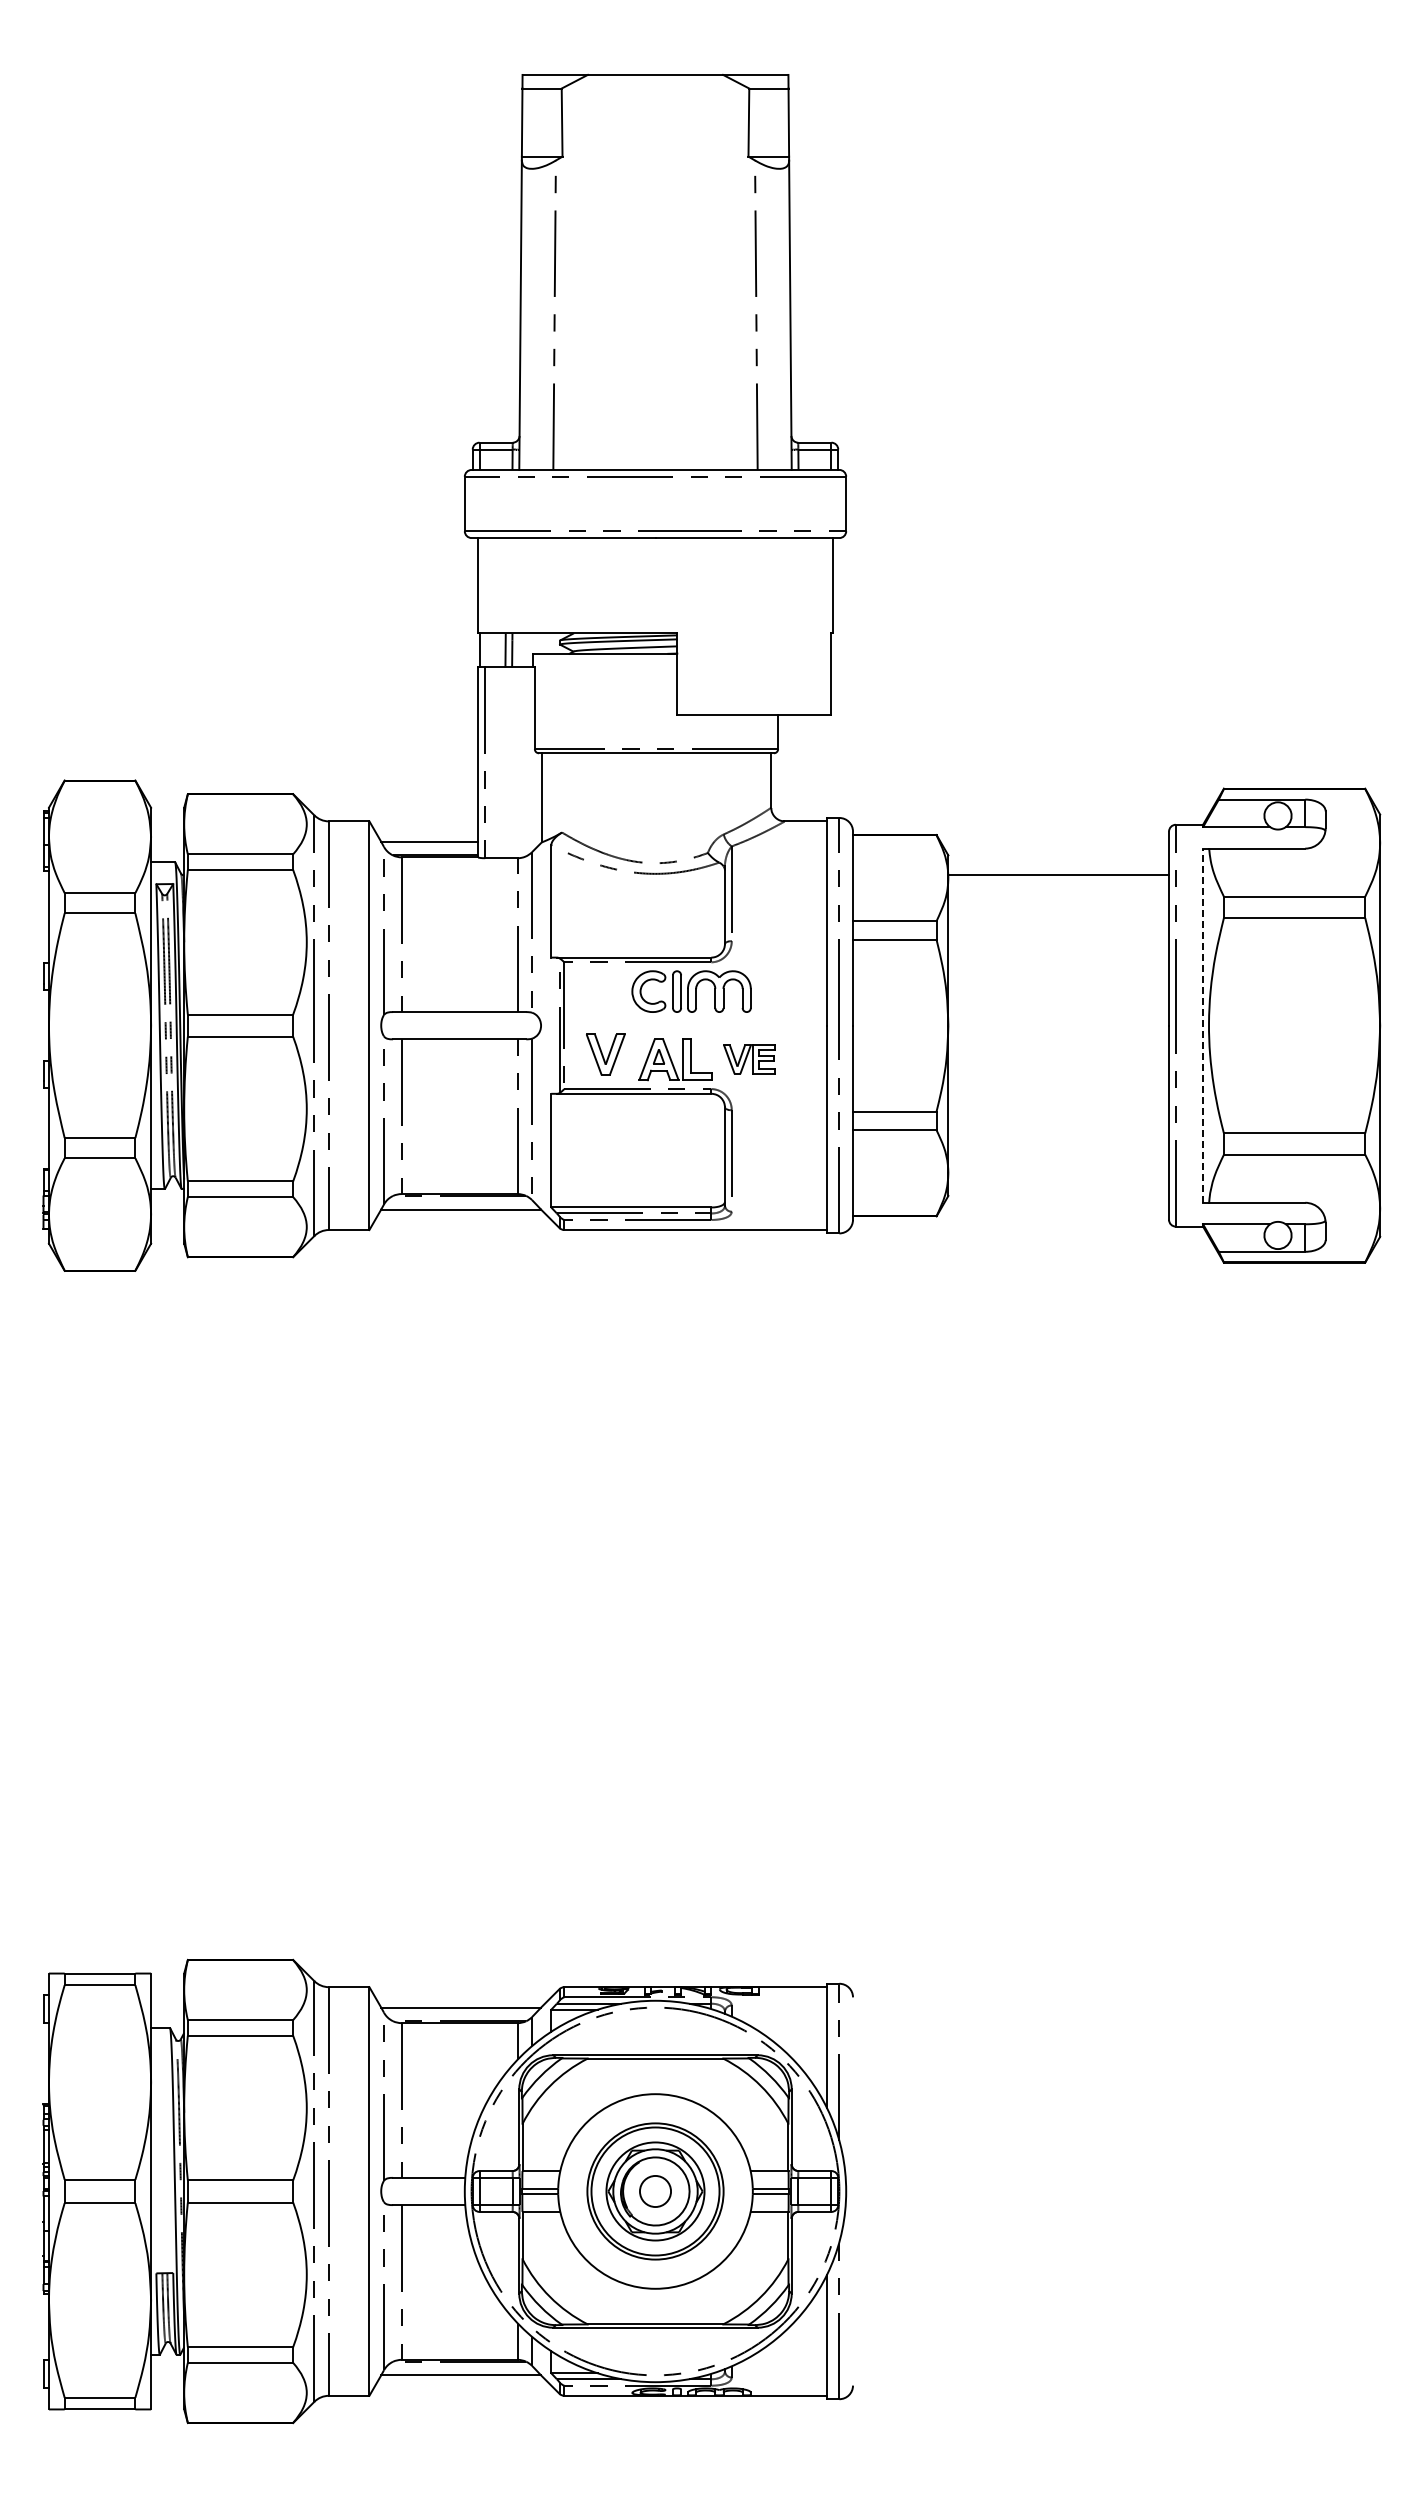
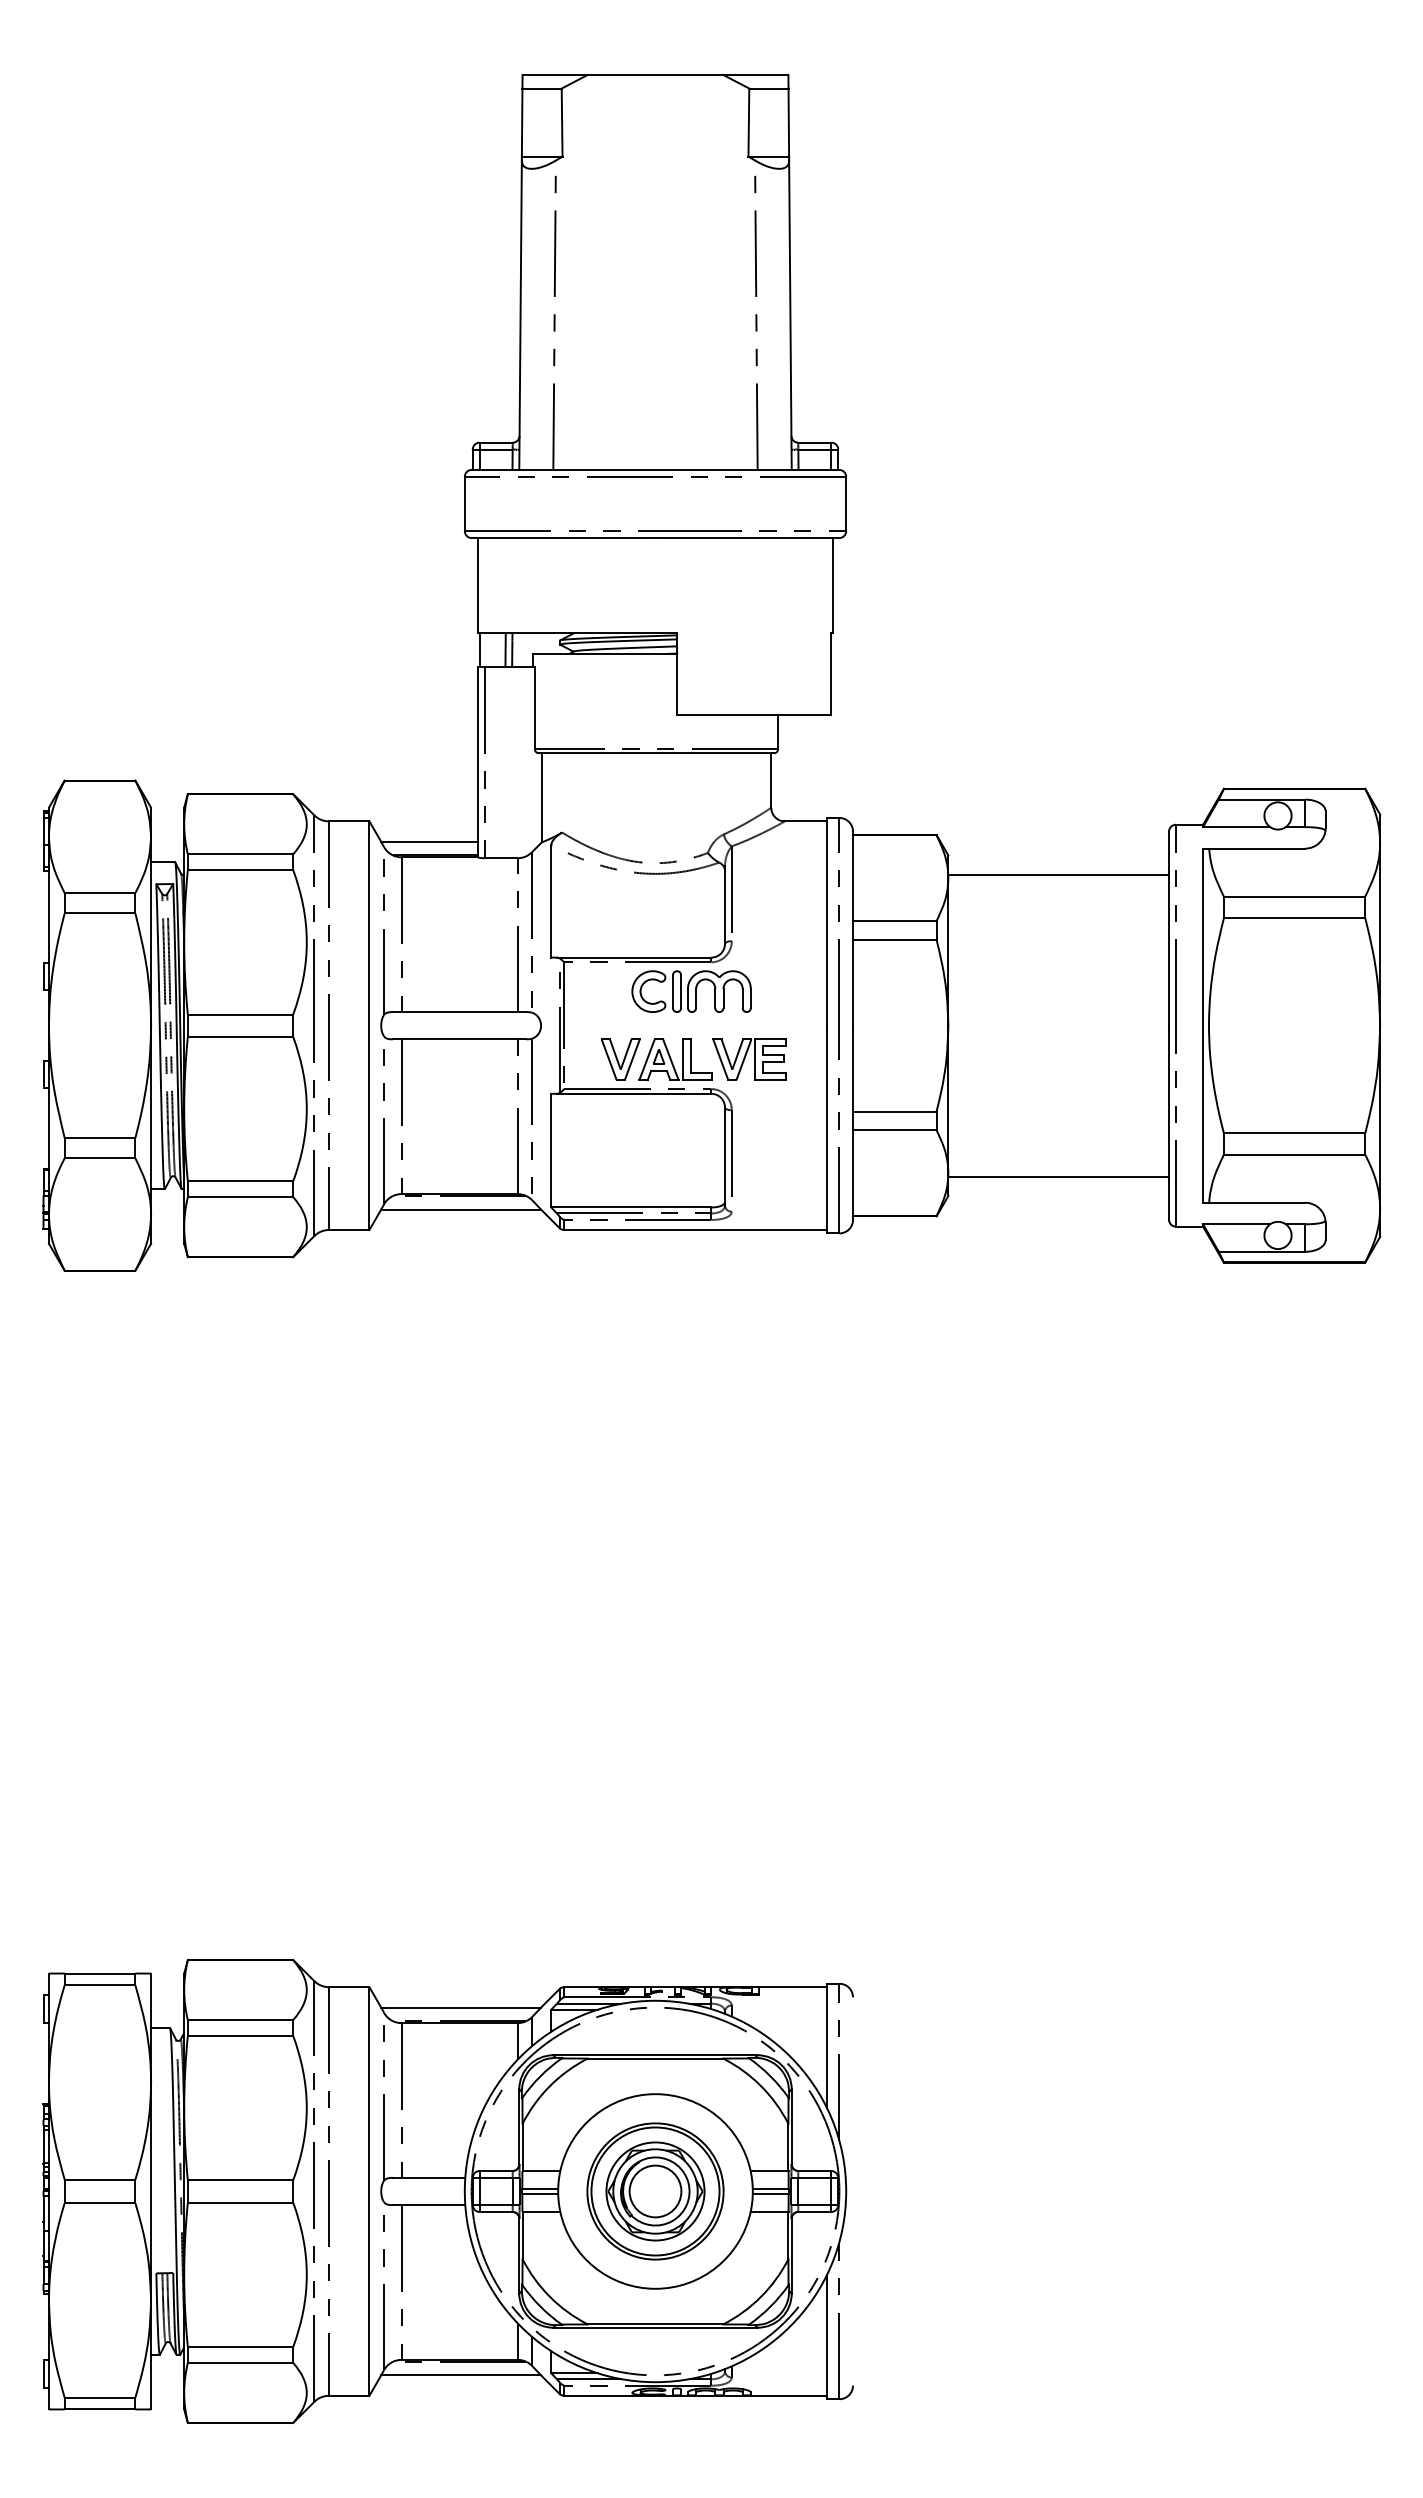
line at (1203, 1025): dashed -> solid
part at (605, 1054) position: (605, 1054) -> (620, 1059)
part at (749, 1059) size: 53x31 px -> 75x43 px
line at (1058, 1176): none -> present
circle at (655, 2191) diameter: 31 px -> 52 px
